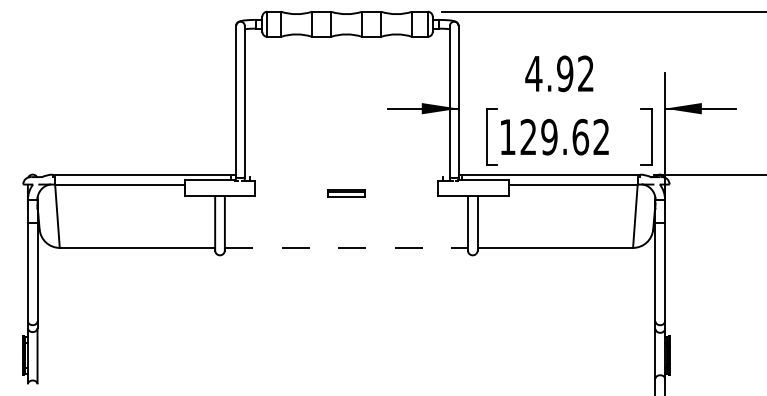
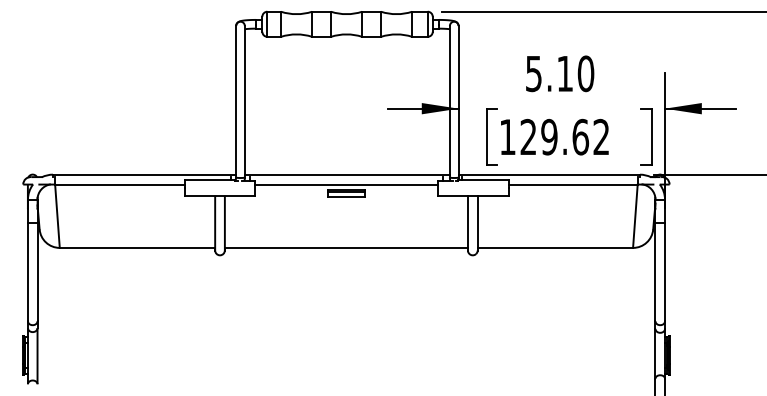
text at (559, 73): 4.92 -> 5.10
line at (346, 174): none -> present
line at (346, 184): none -> present
line at (346, 247): dashed -> solid
